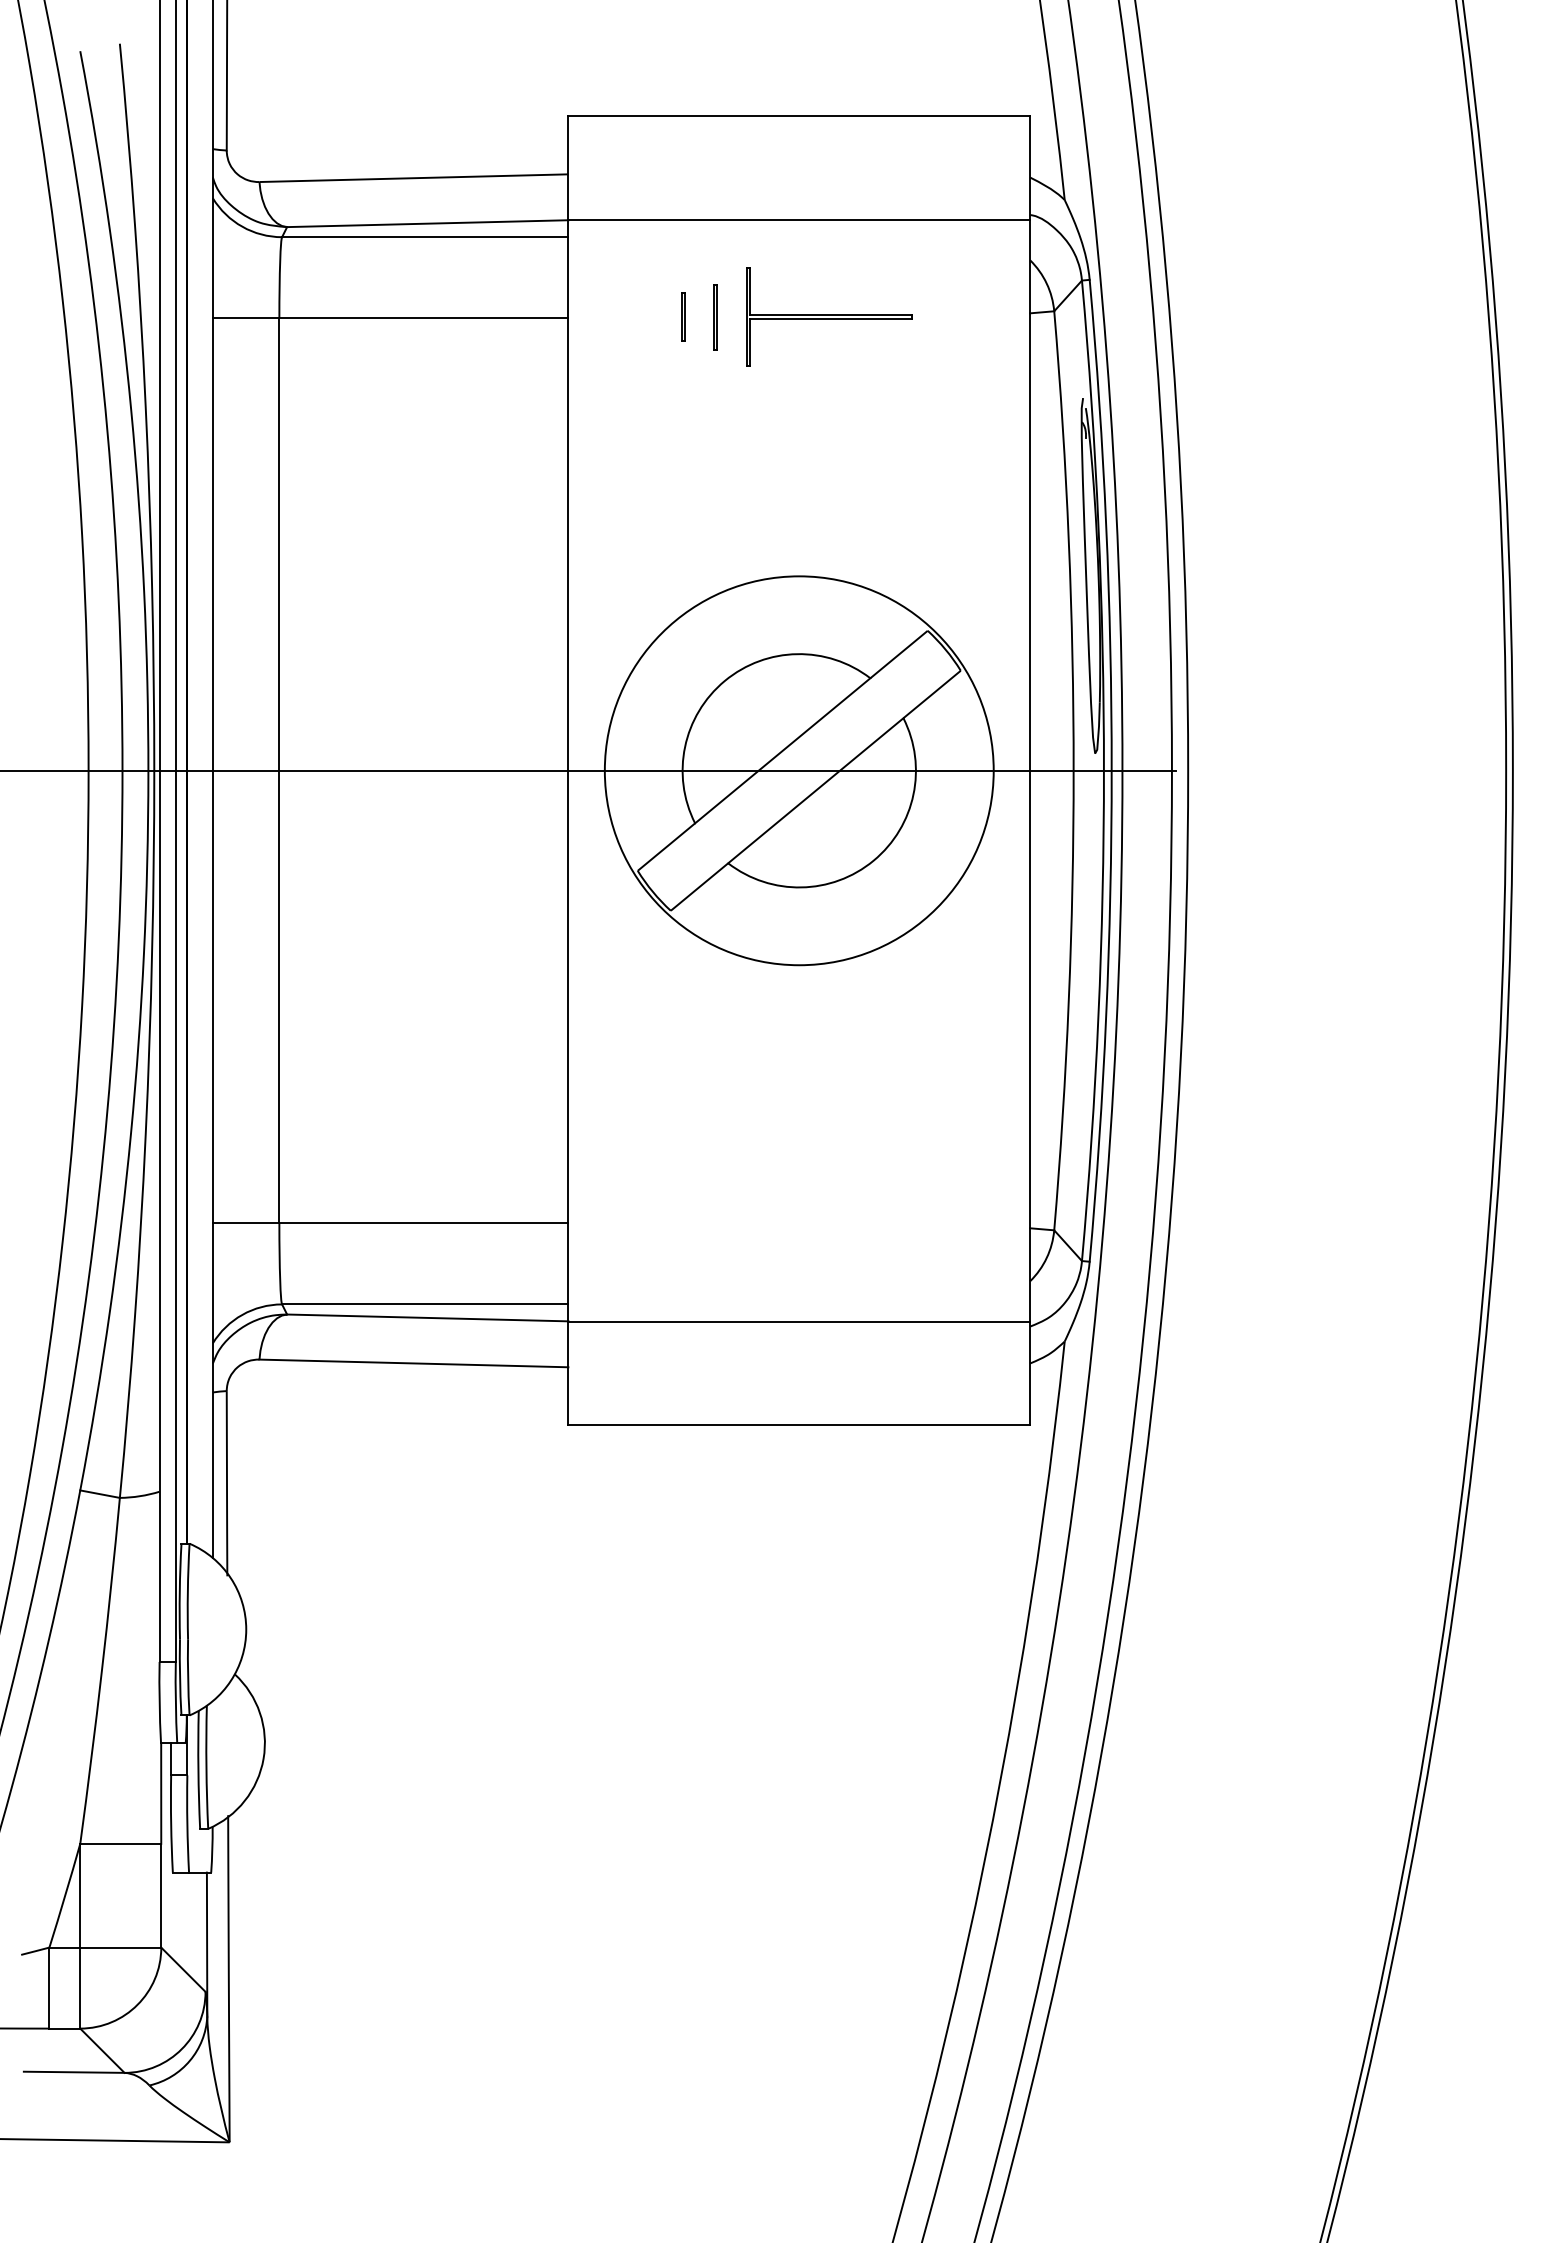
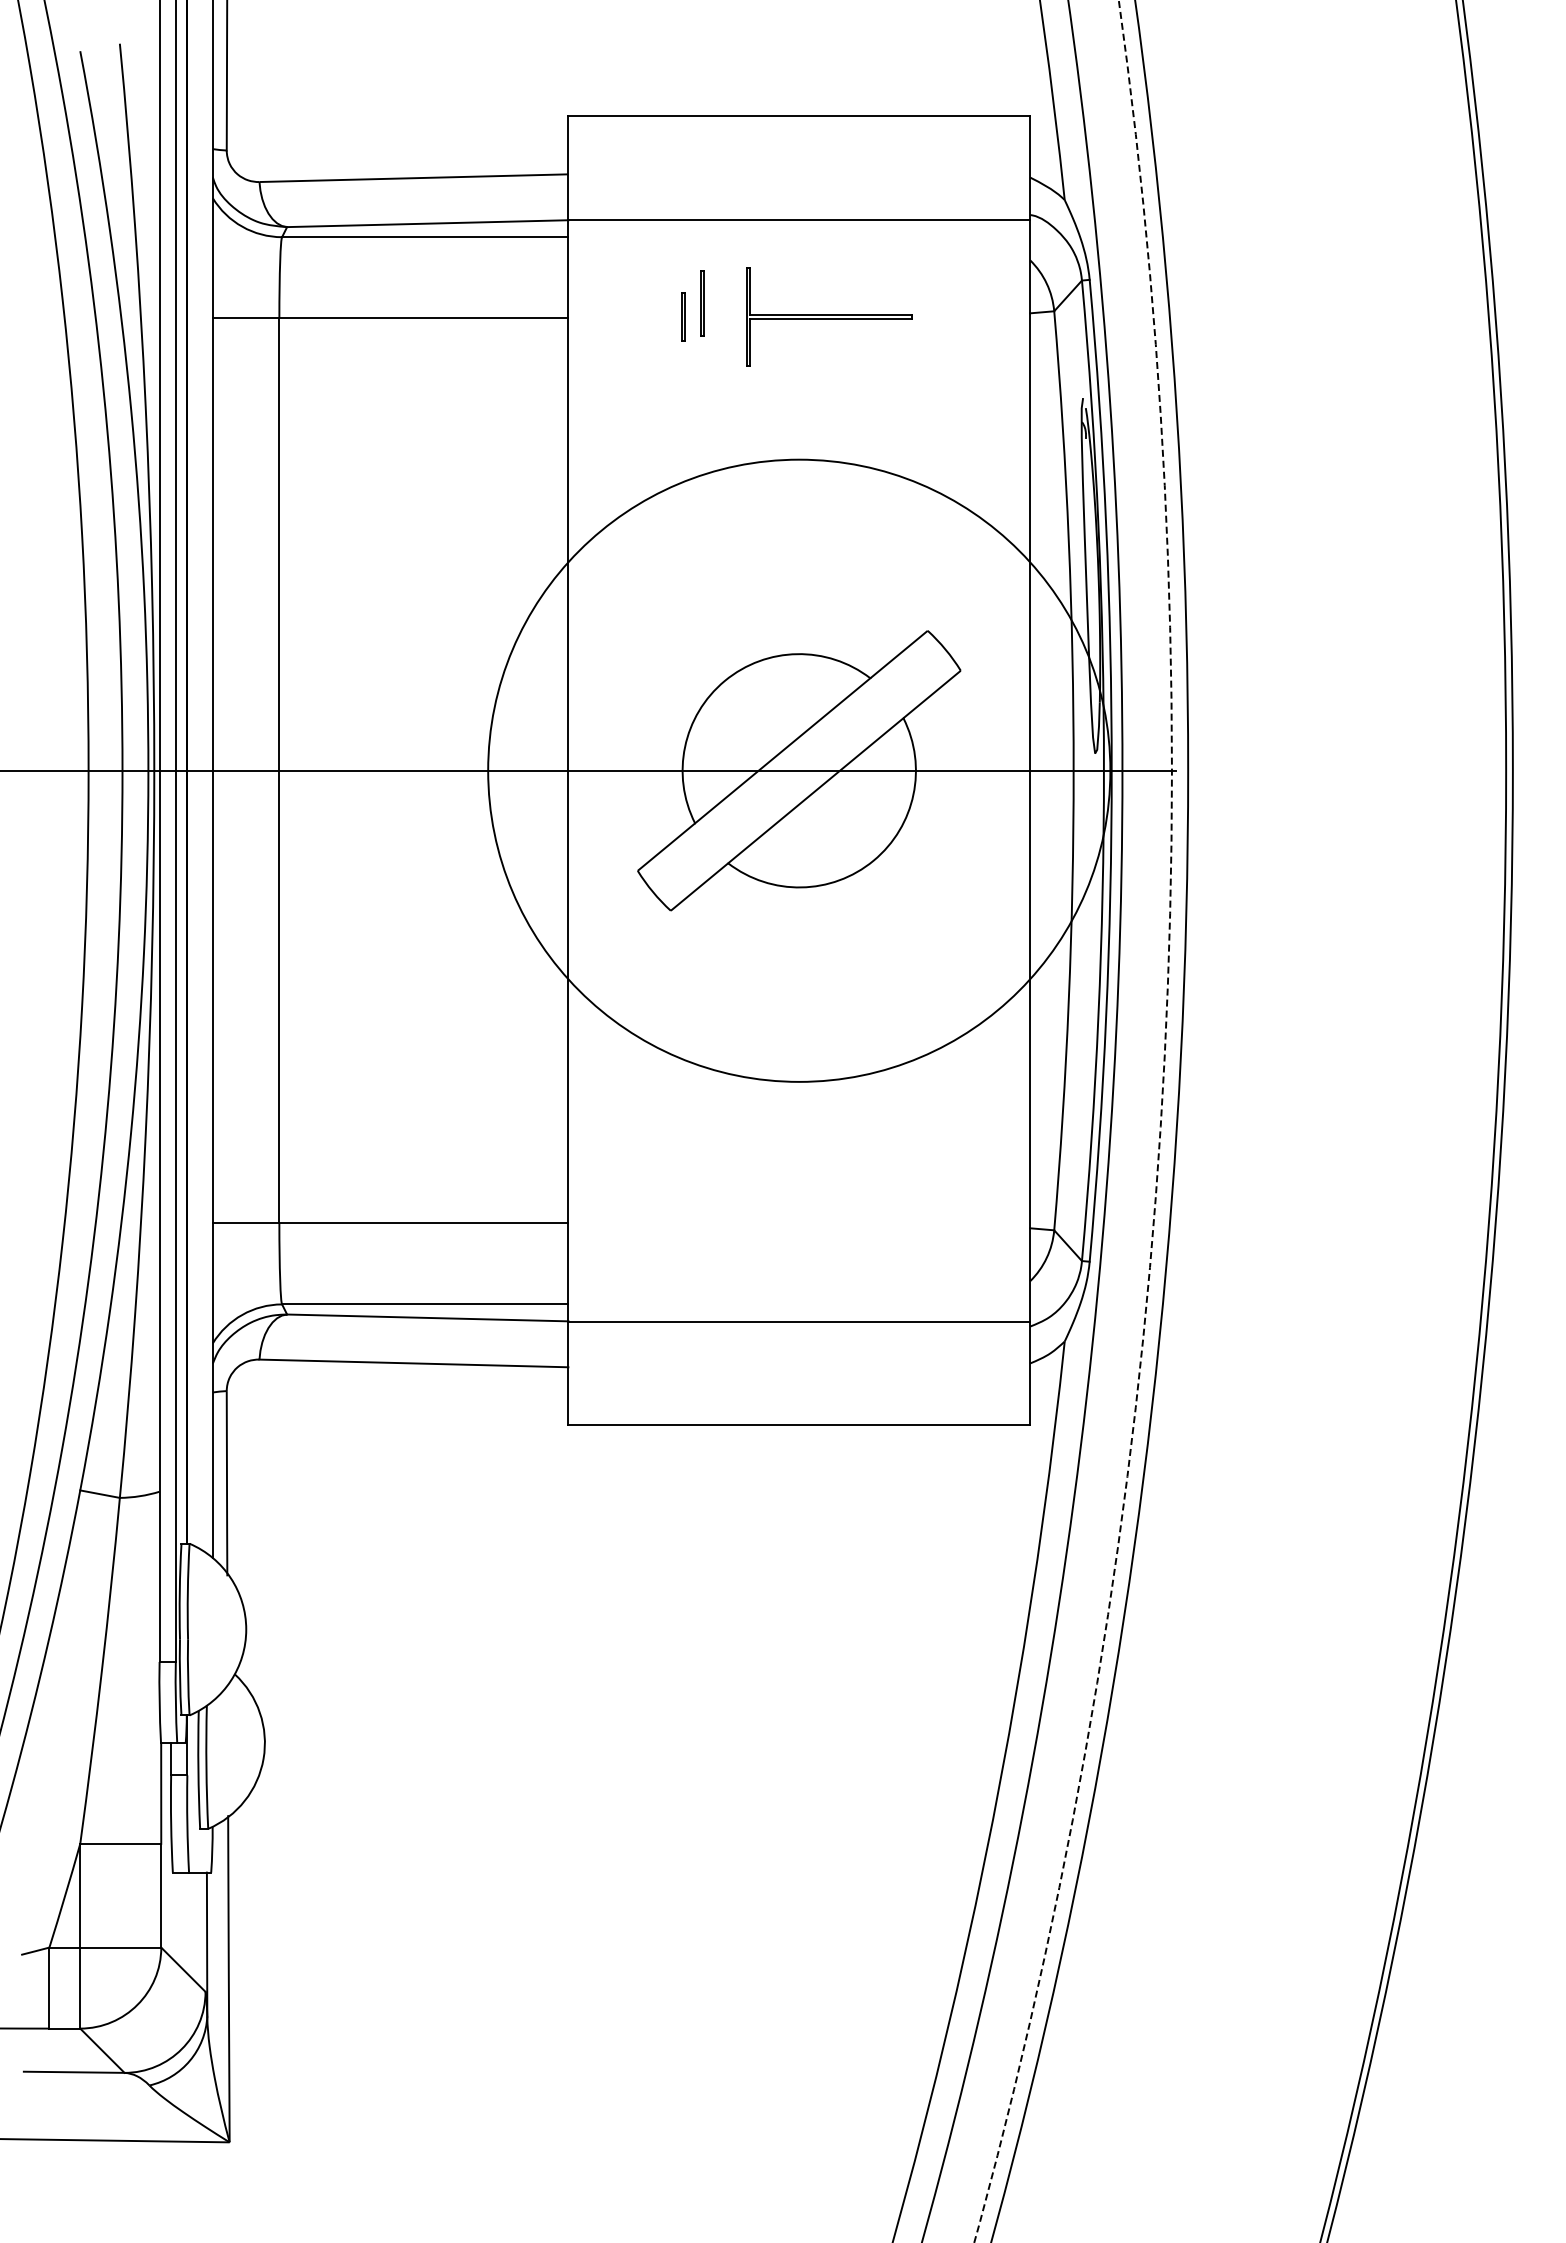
line at (714, 317) position: (714, 317) -> (701, 303)
circle at (798, 770) diameter: 389 px -> 622 px
arc at (1160, 1128): solid -> dashed
